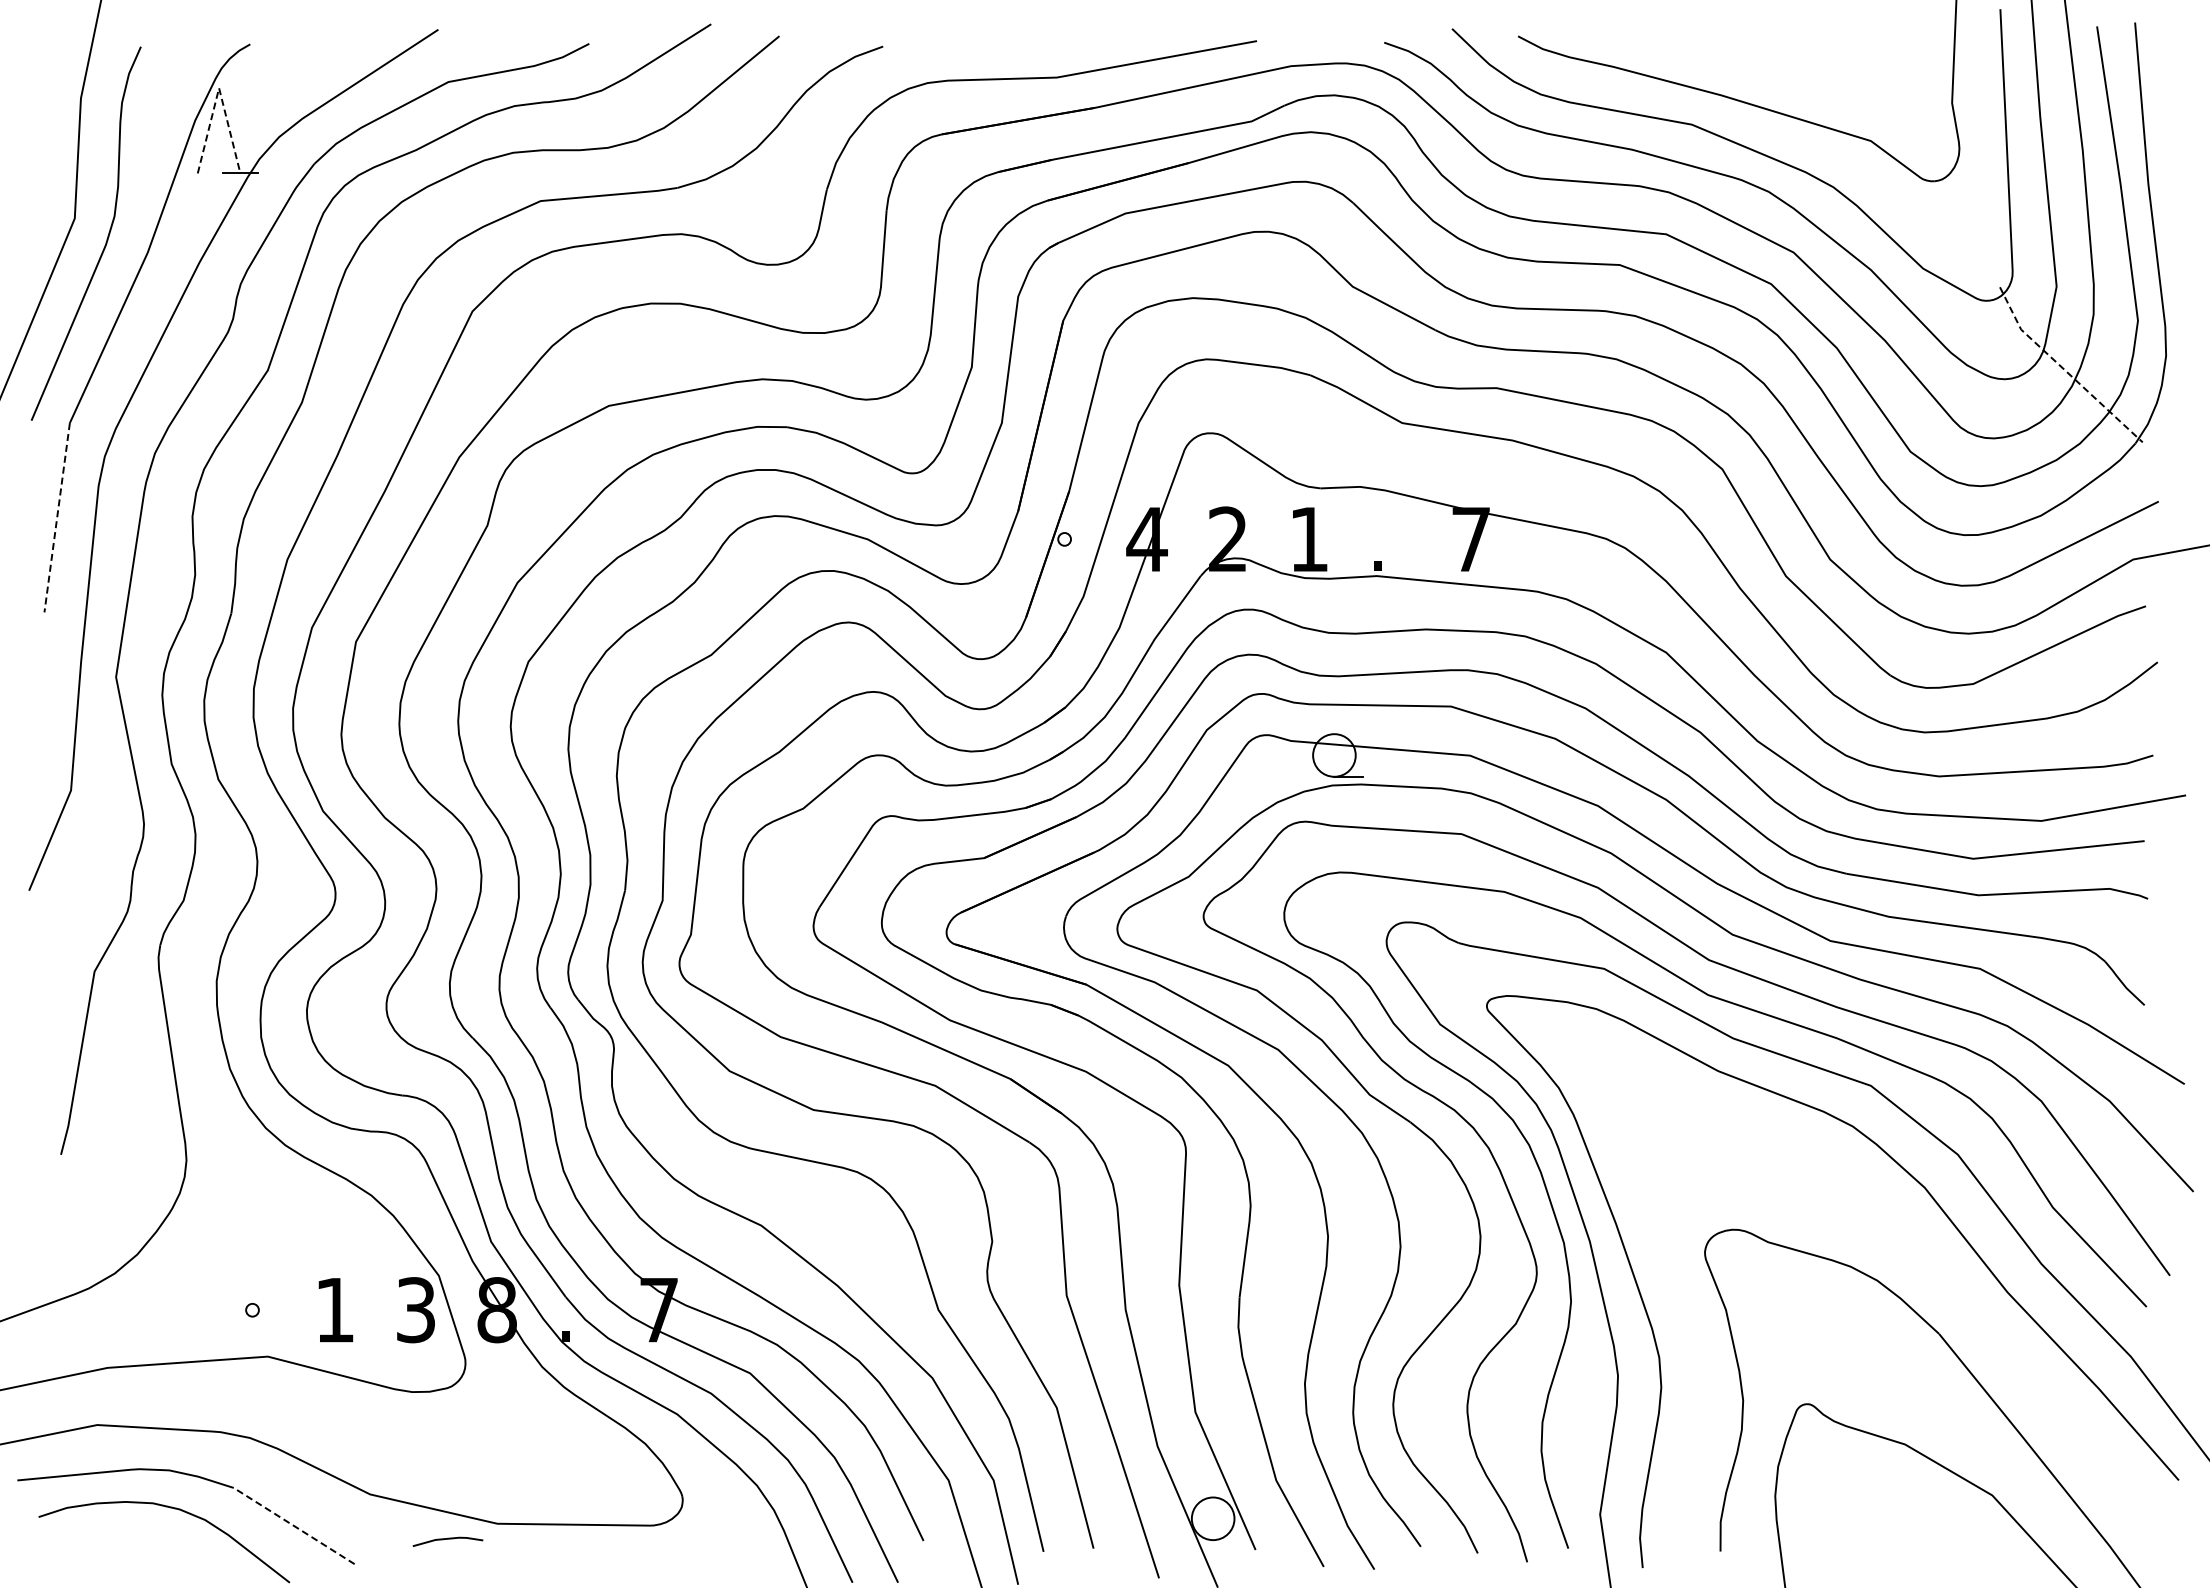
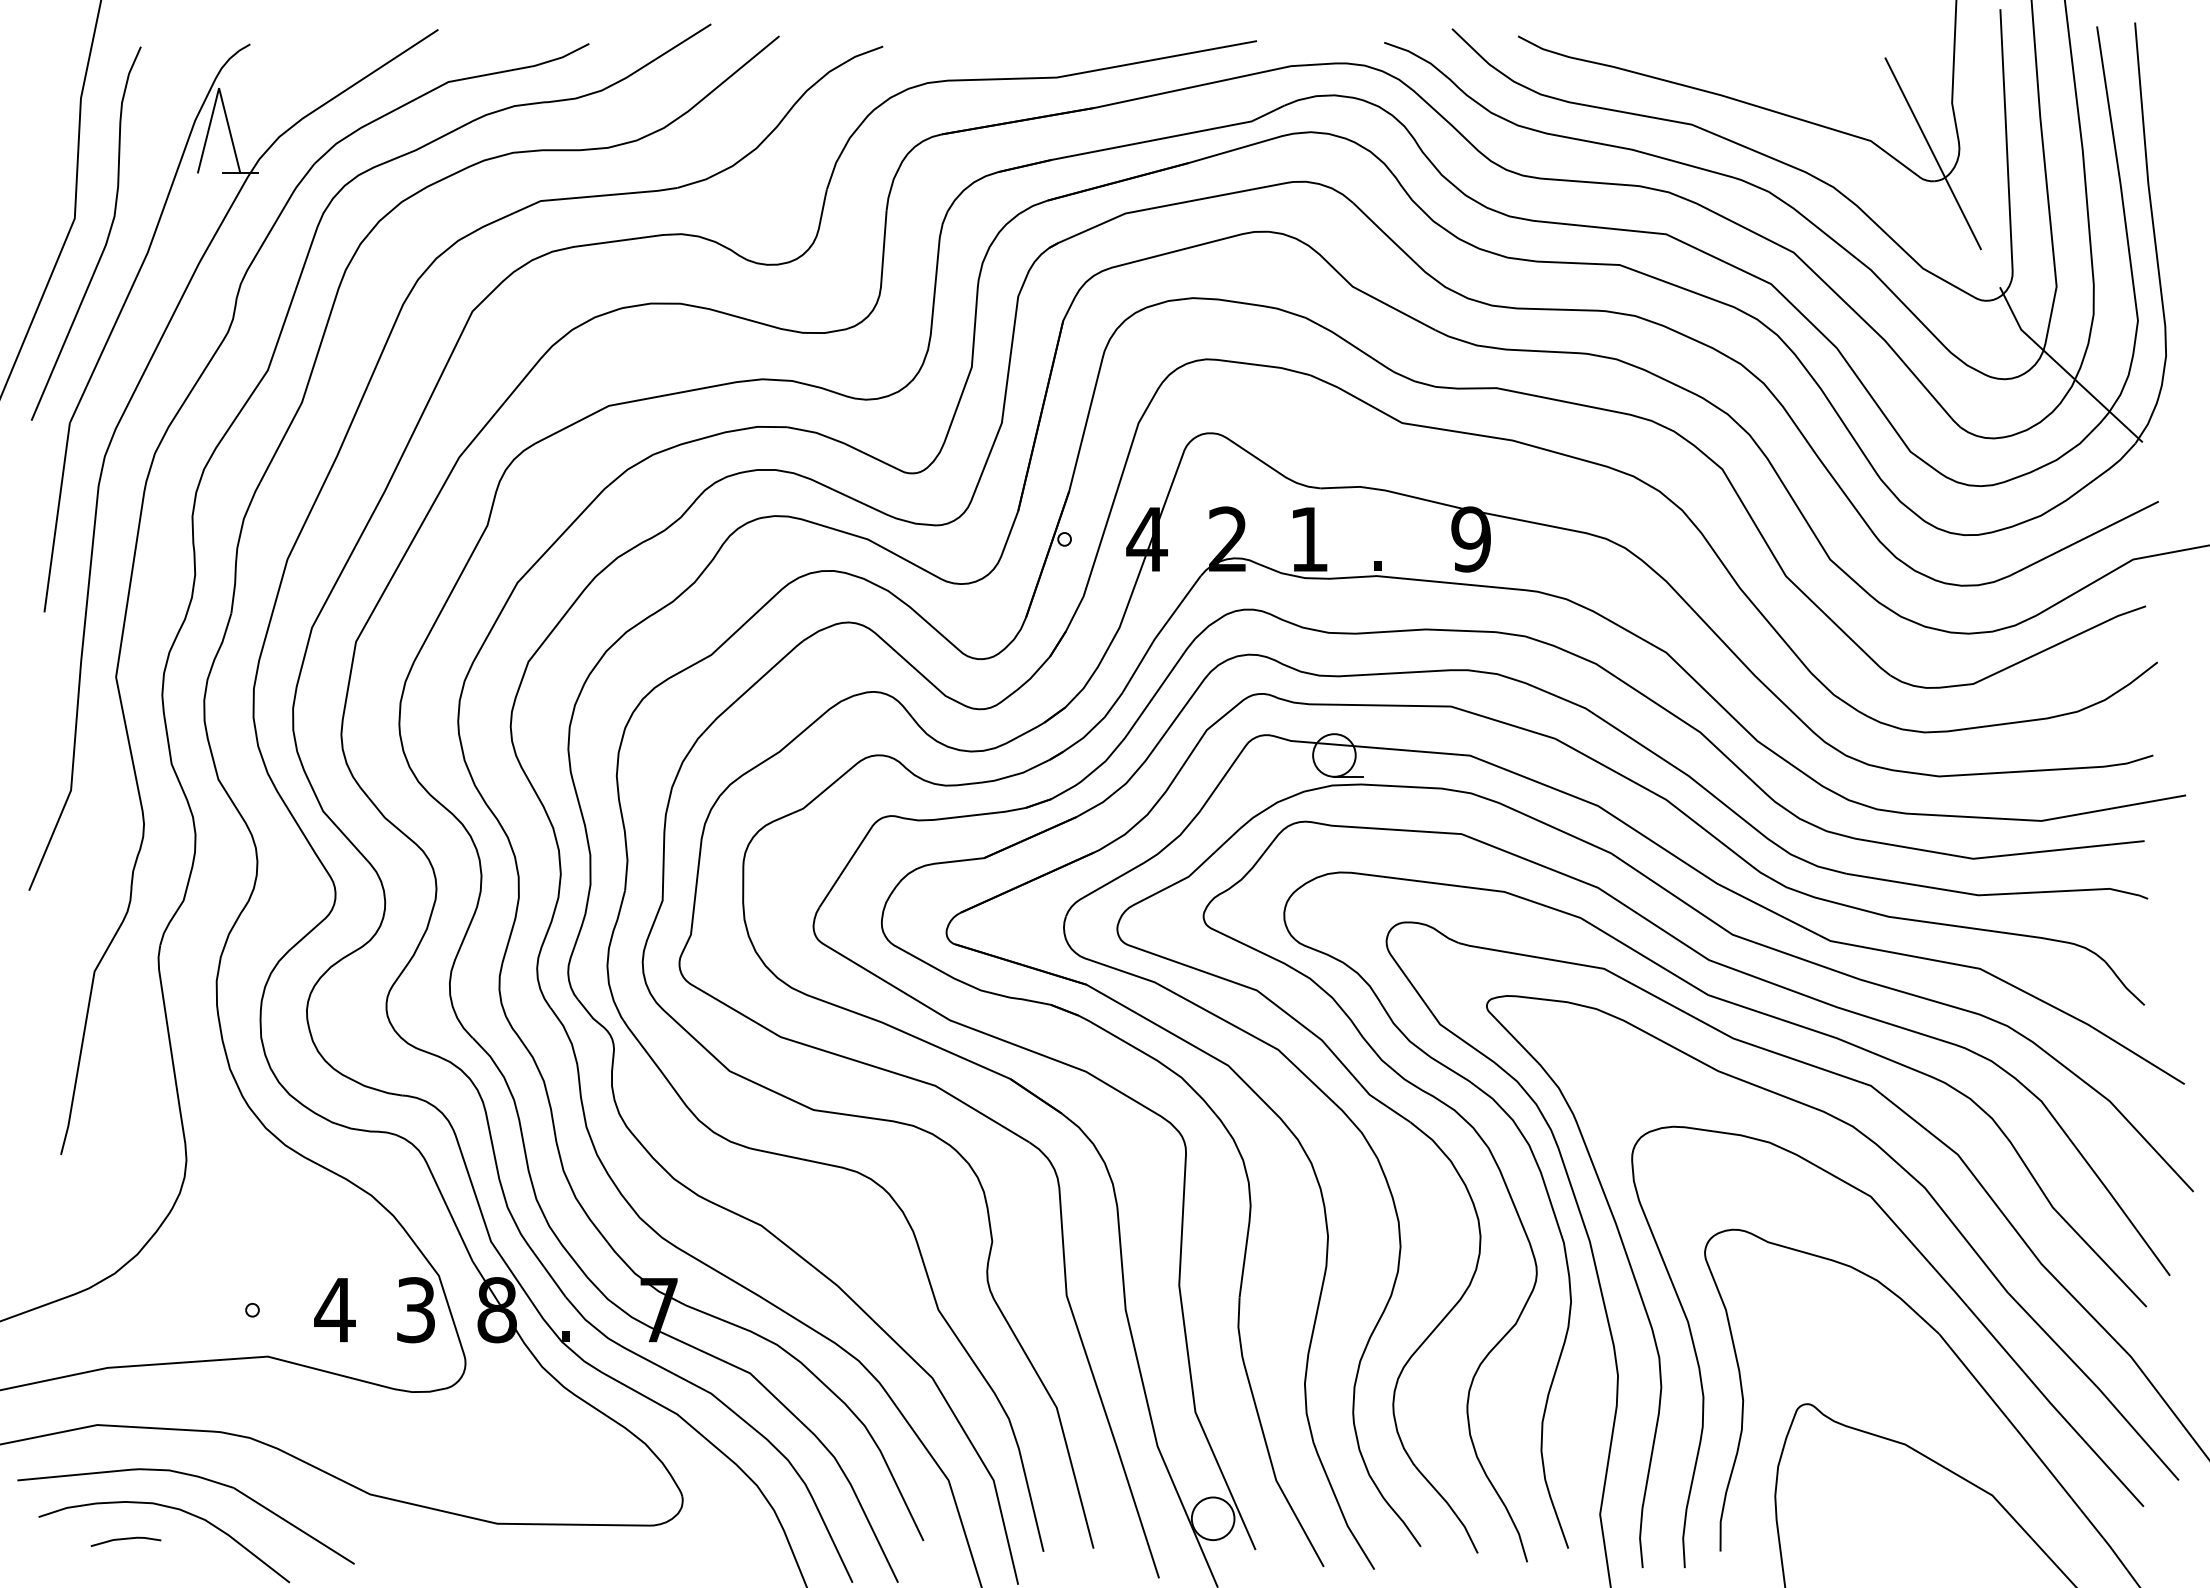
line at (219, 88): dashed -> solid
line at (1932, 153): none -> present
line at (2064, 369): dashed -> solid
line at (57, 518): dashed -> solid
text at (1470, 539): 7 -> 9
curve at (1949, 1287): none -> present
text at (334, 1310): 1 -> 4
line at (293, 1525): dashed -> solid
line at (447, 1539) position: (447, 1539) -> (125, 1539)
